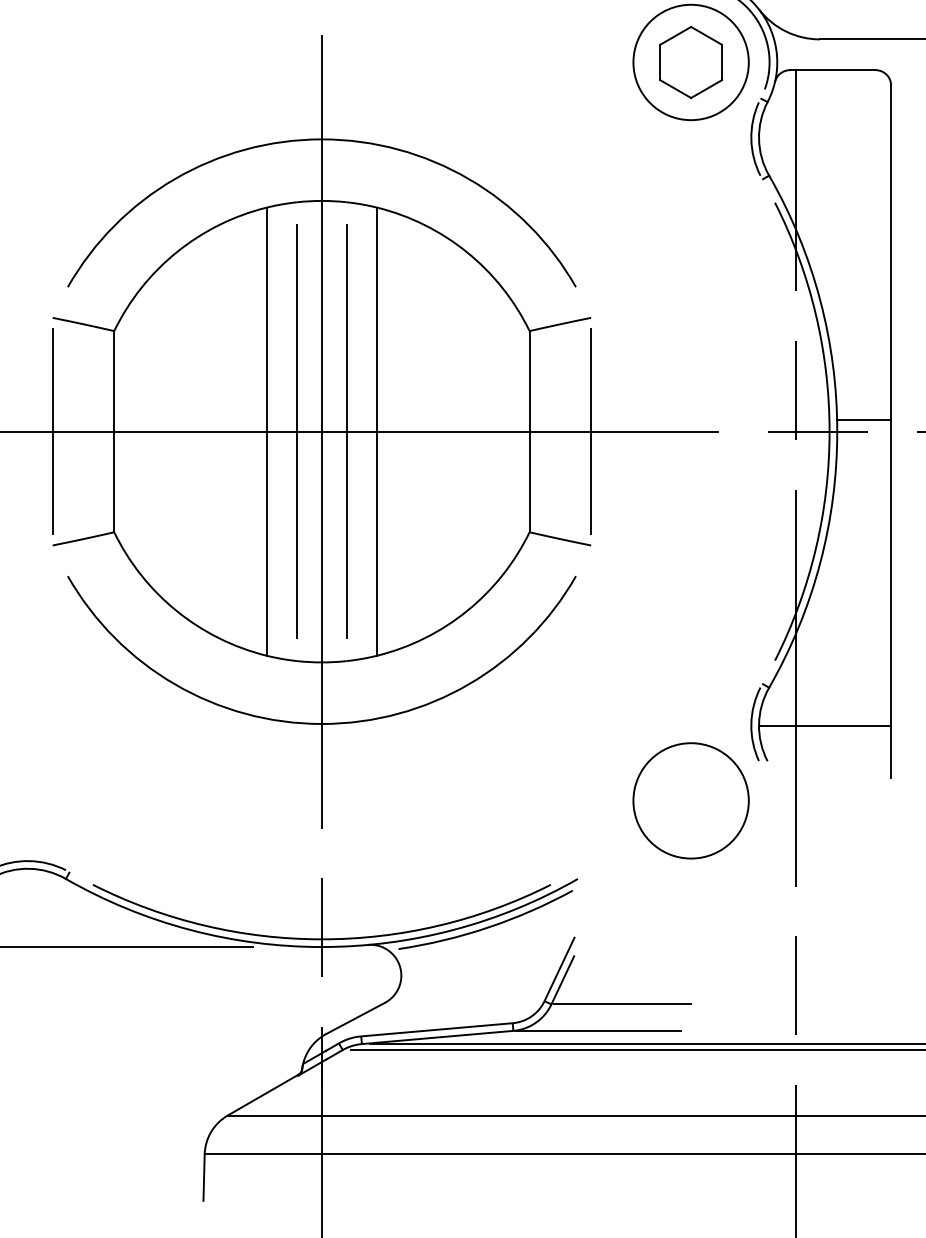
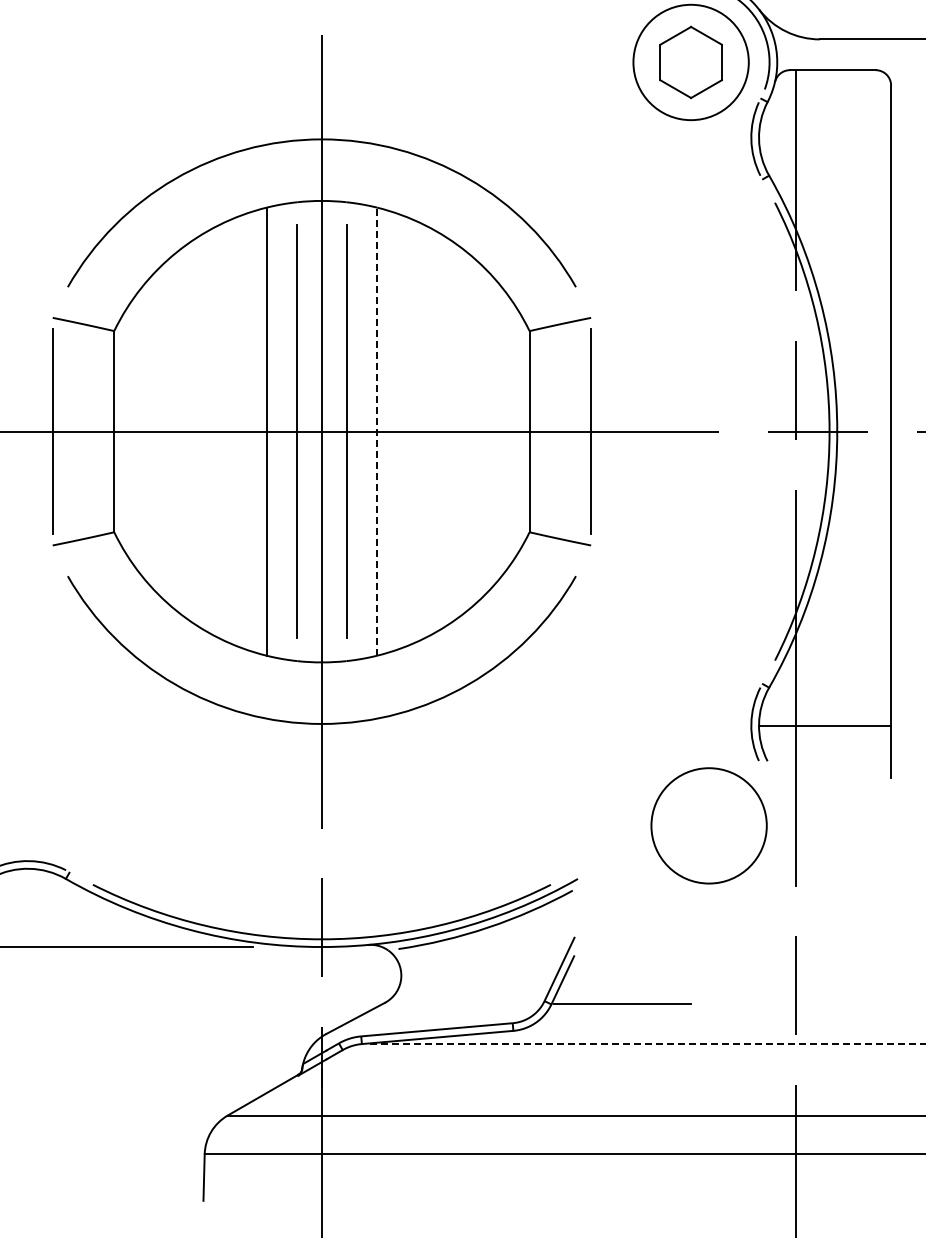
line at (864, 419): present -> none
line at (377, 431): solid -> dashed
circle at (690, 800) position: (690, 800) -> (708, 825)
line at (597, 1030): present -> none
line at (647, 1044): solid -> dashed
line at (636, 1050): present -> none
